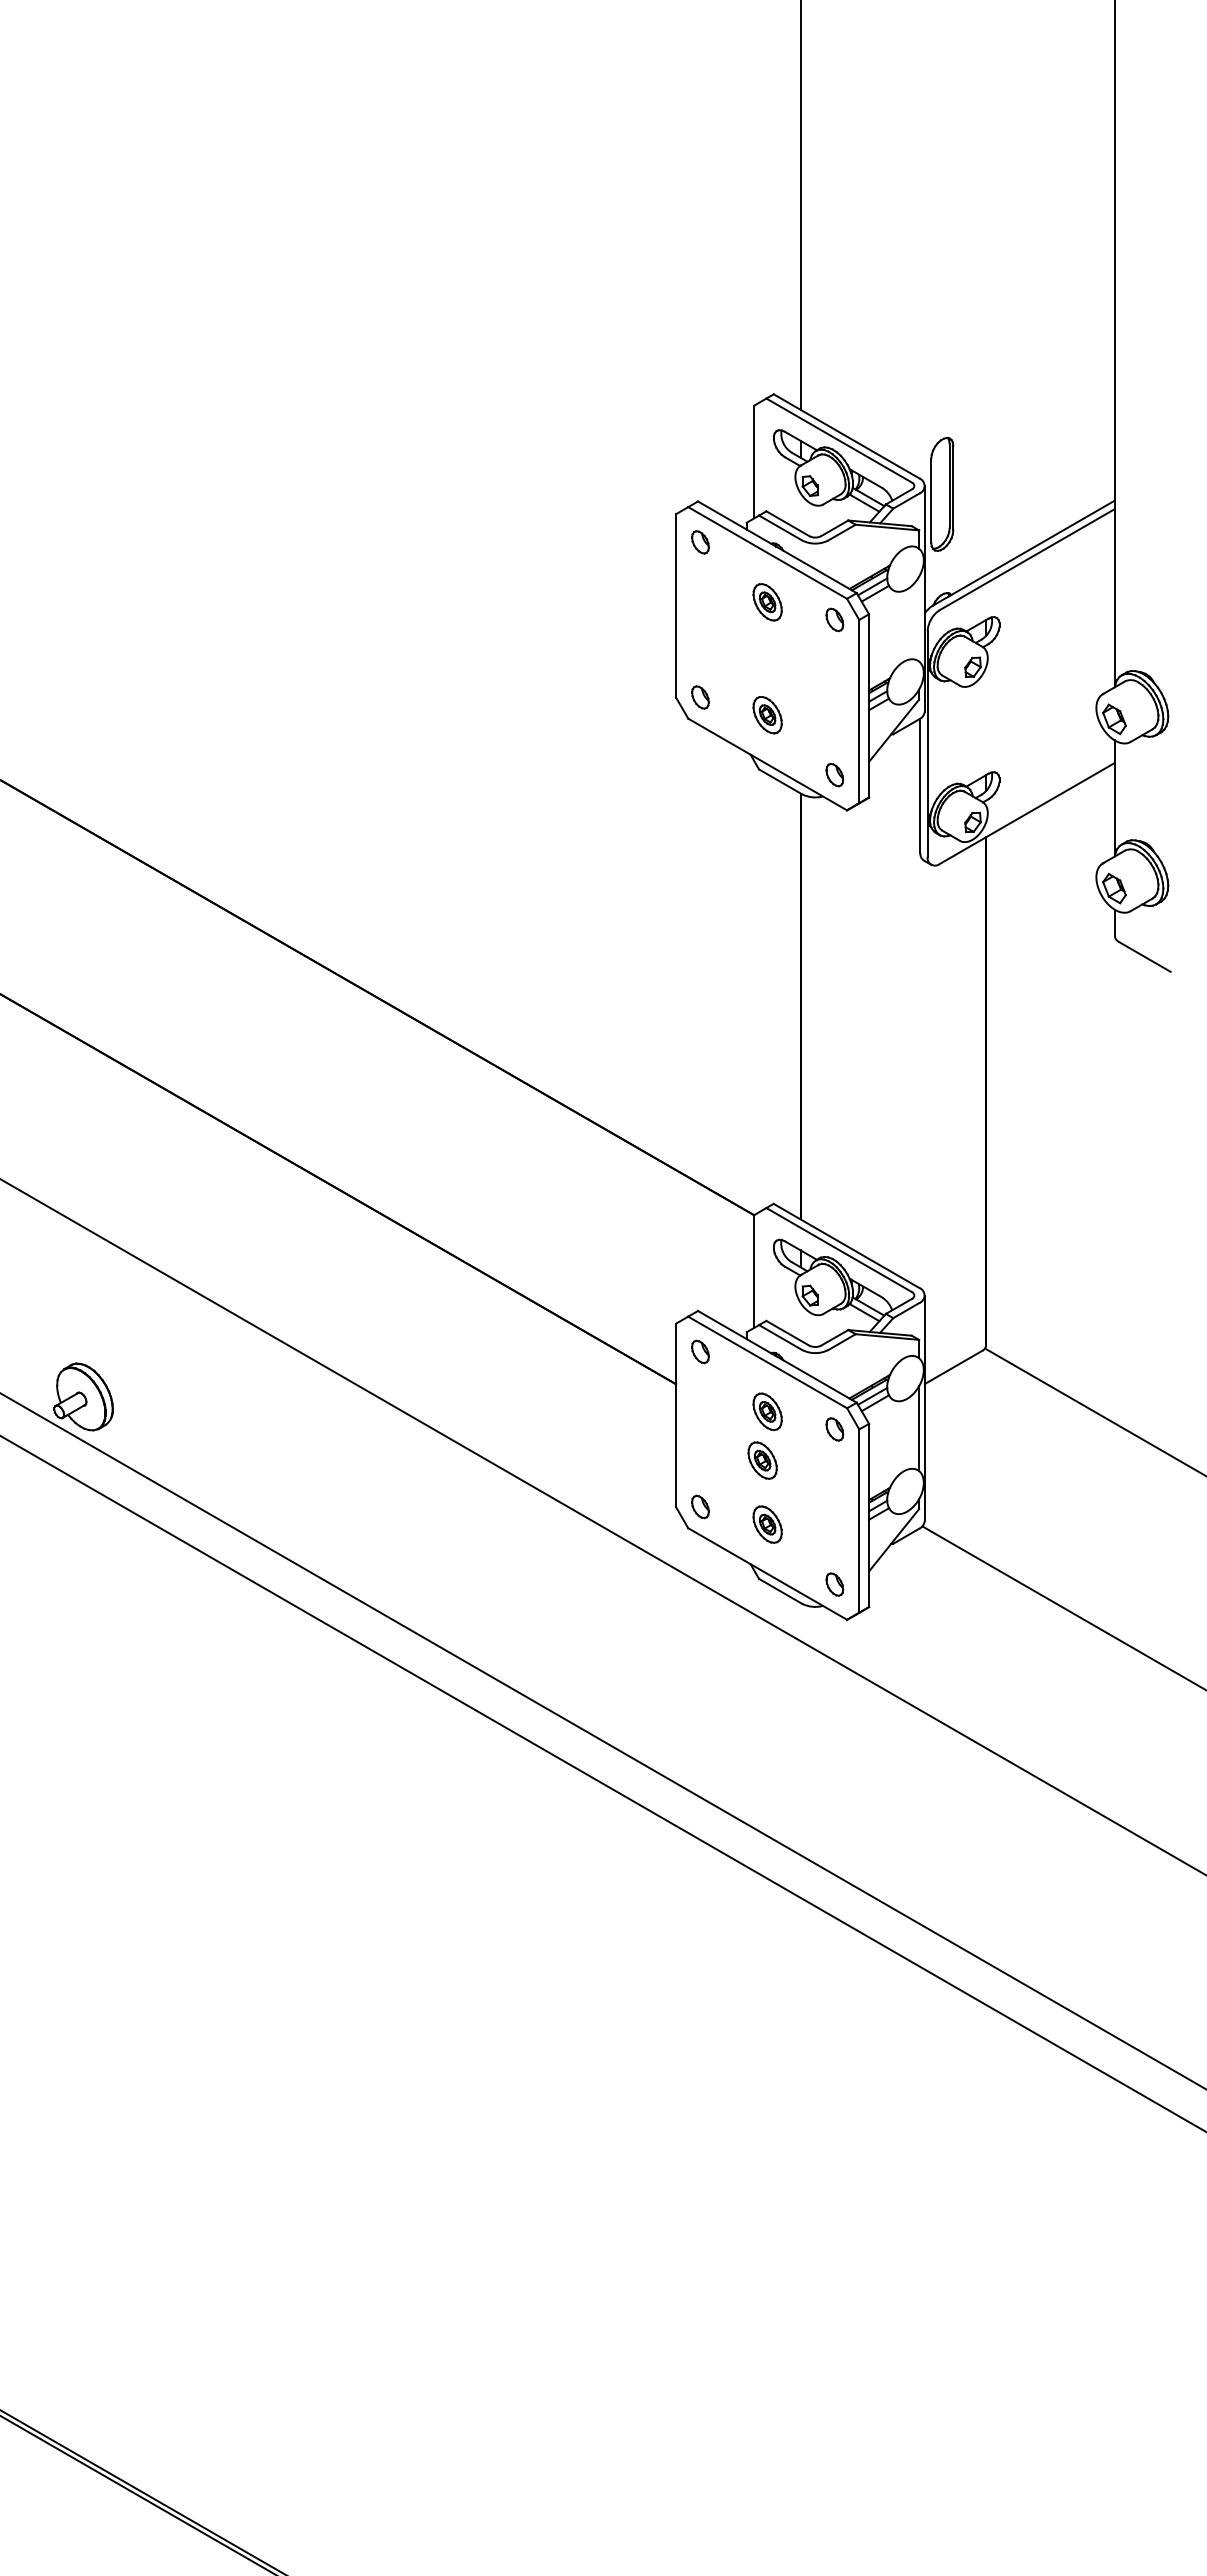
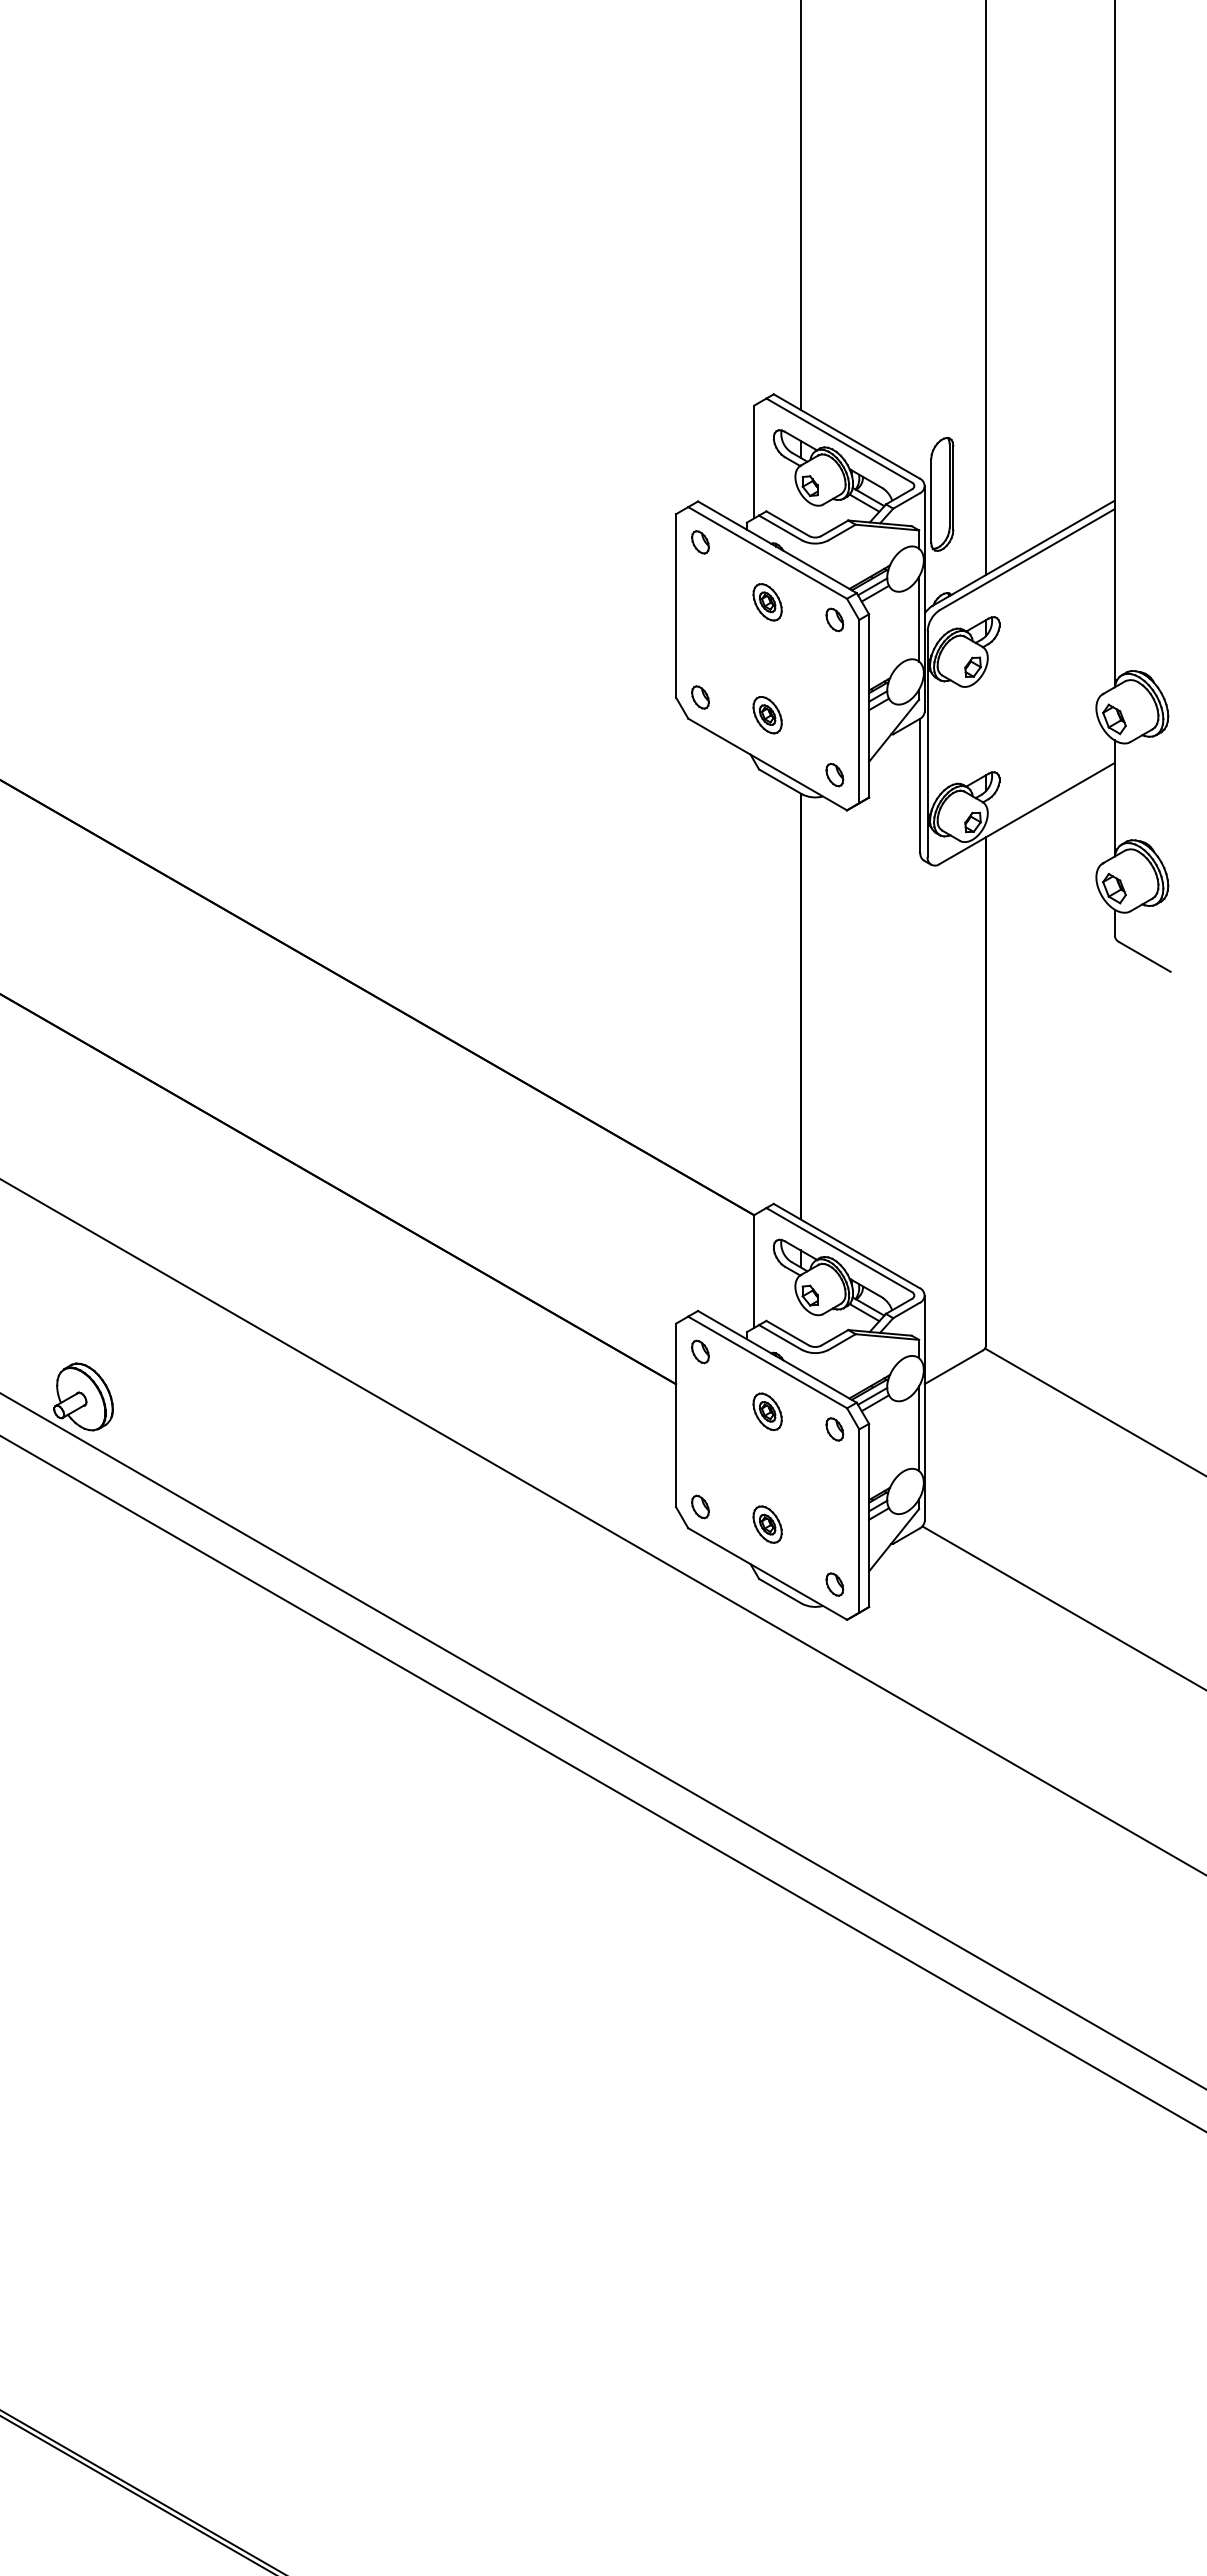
line at (986, 288): none -> present
line at (919, 618): none -> present
part at (762, 1460): present -> none
